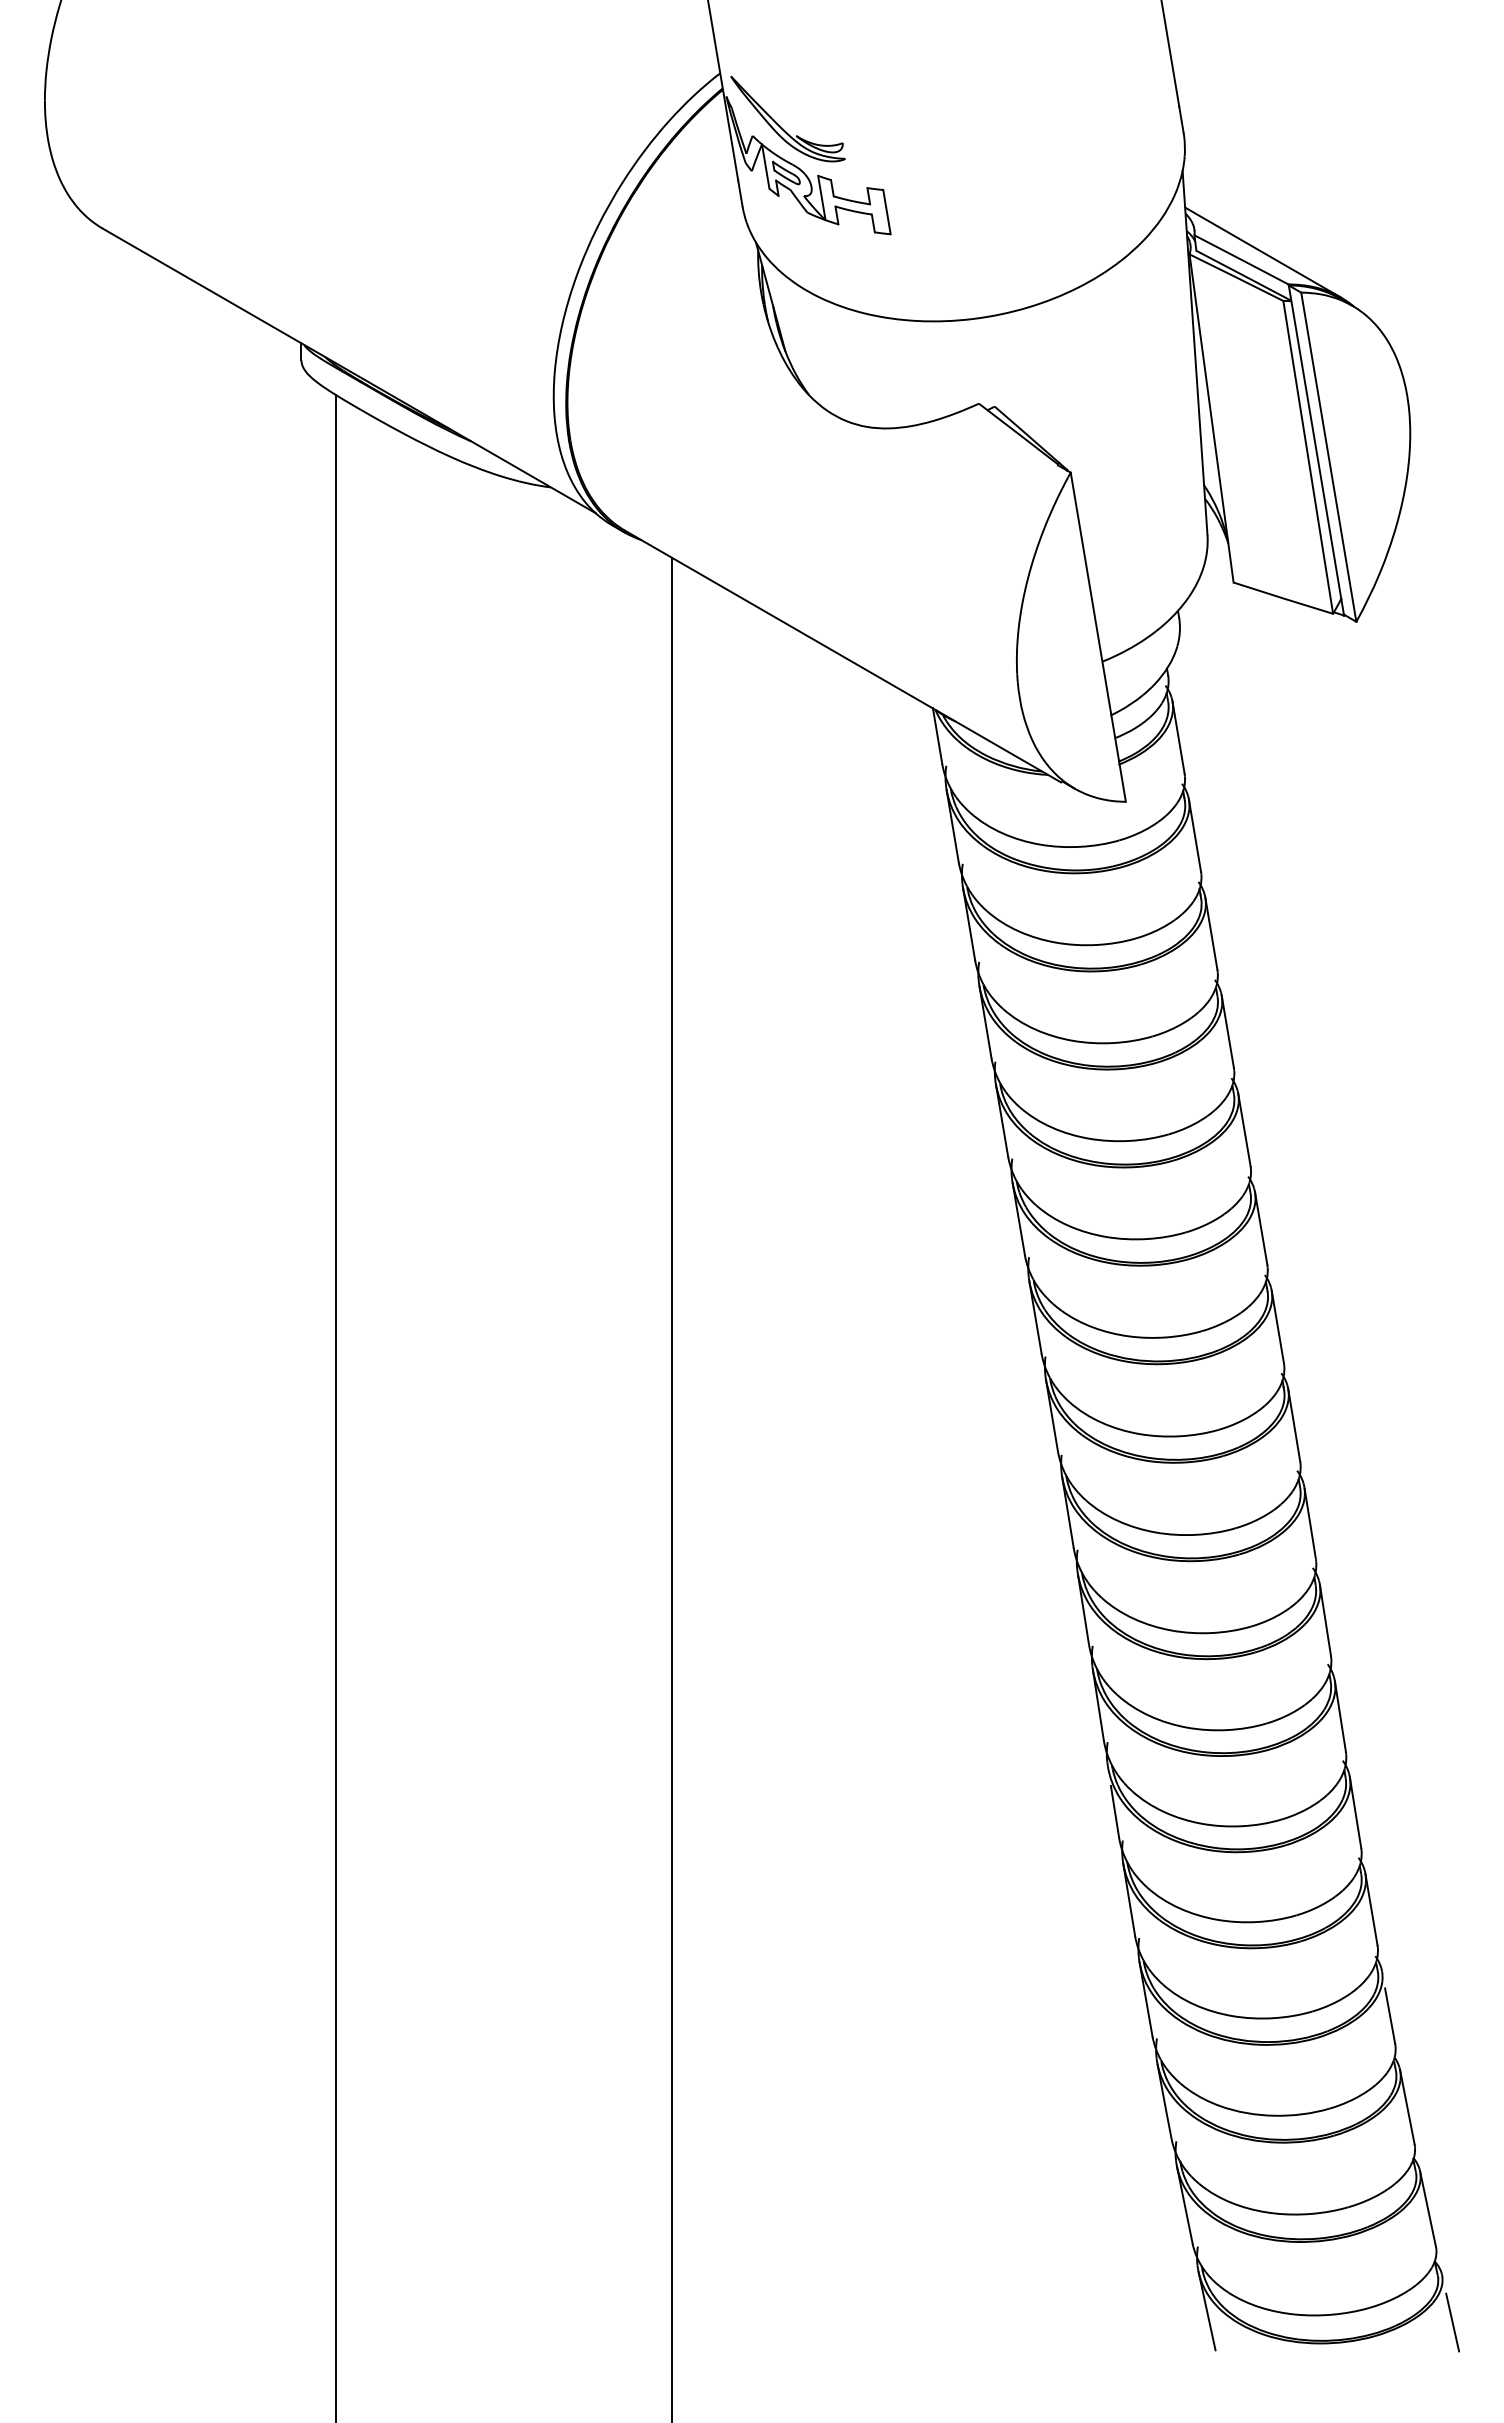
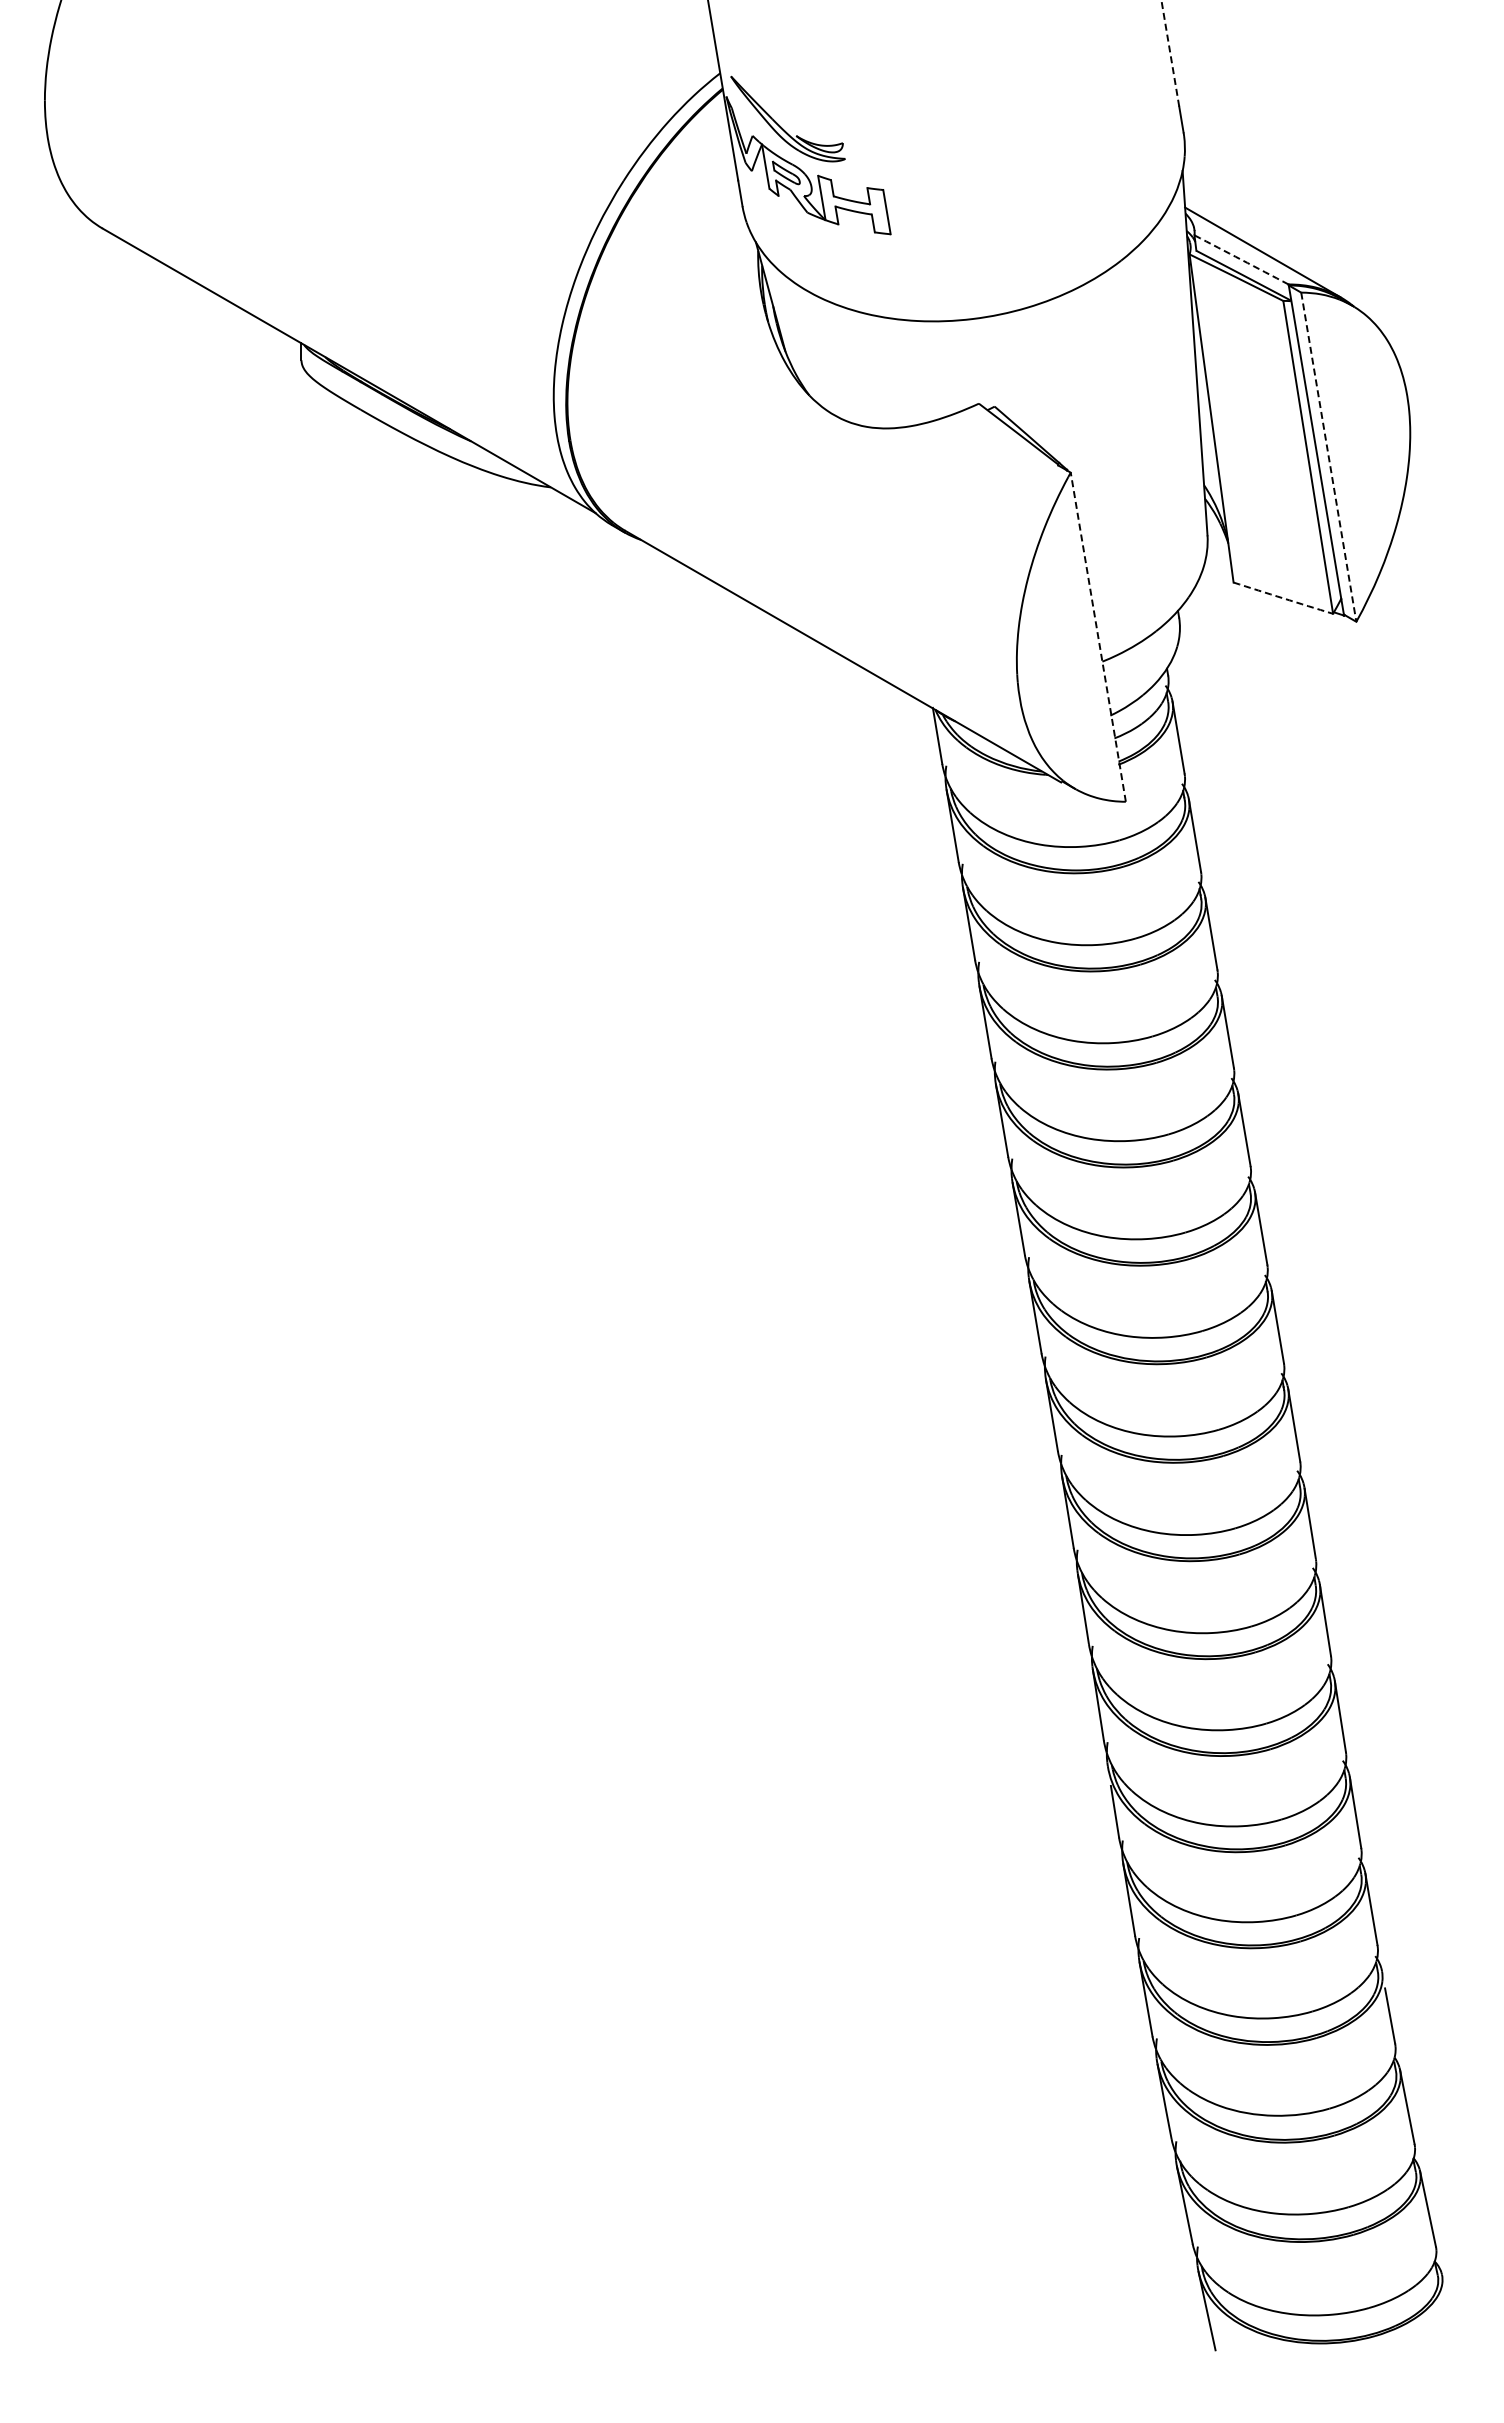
line at (1170, 53): solid -> dashed
arc at (1241, 259): solid -> dashed
line at (1328, 457): solid -> dashed
arc at (1283, 598): solid -> dashed
line at (1098, 637): solid -> dashed
line at (336, 1407): present -> none
line at (671, 1488): present -> none
line at (1452, 2322): present -> none
